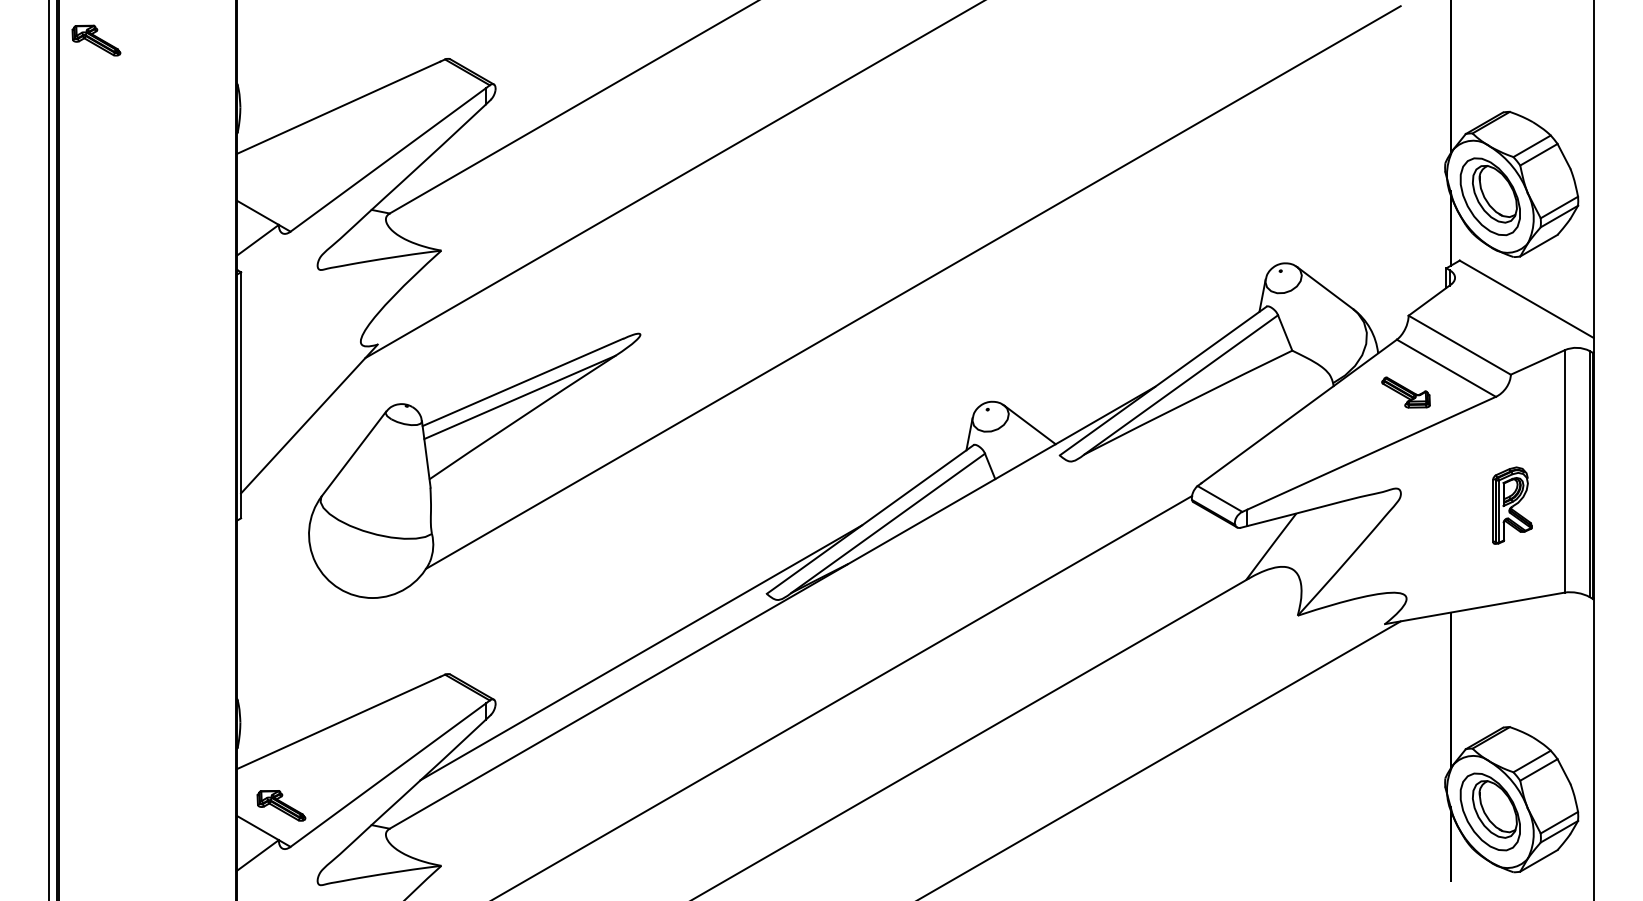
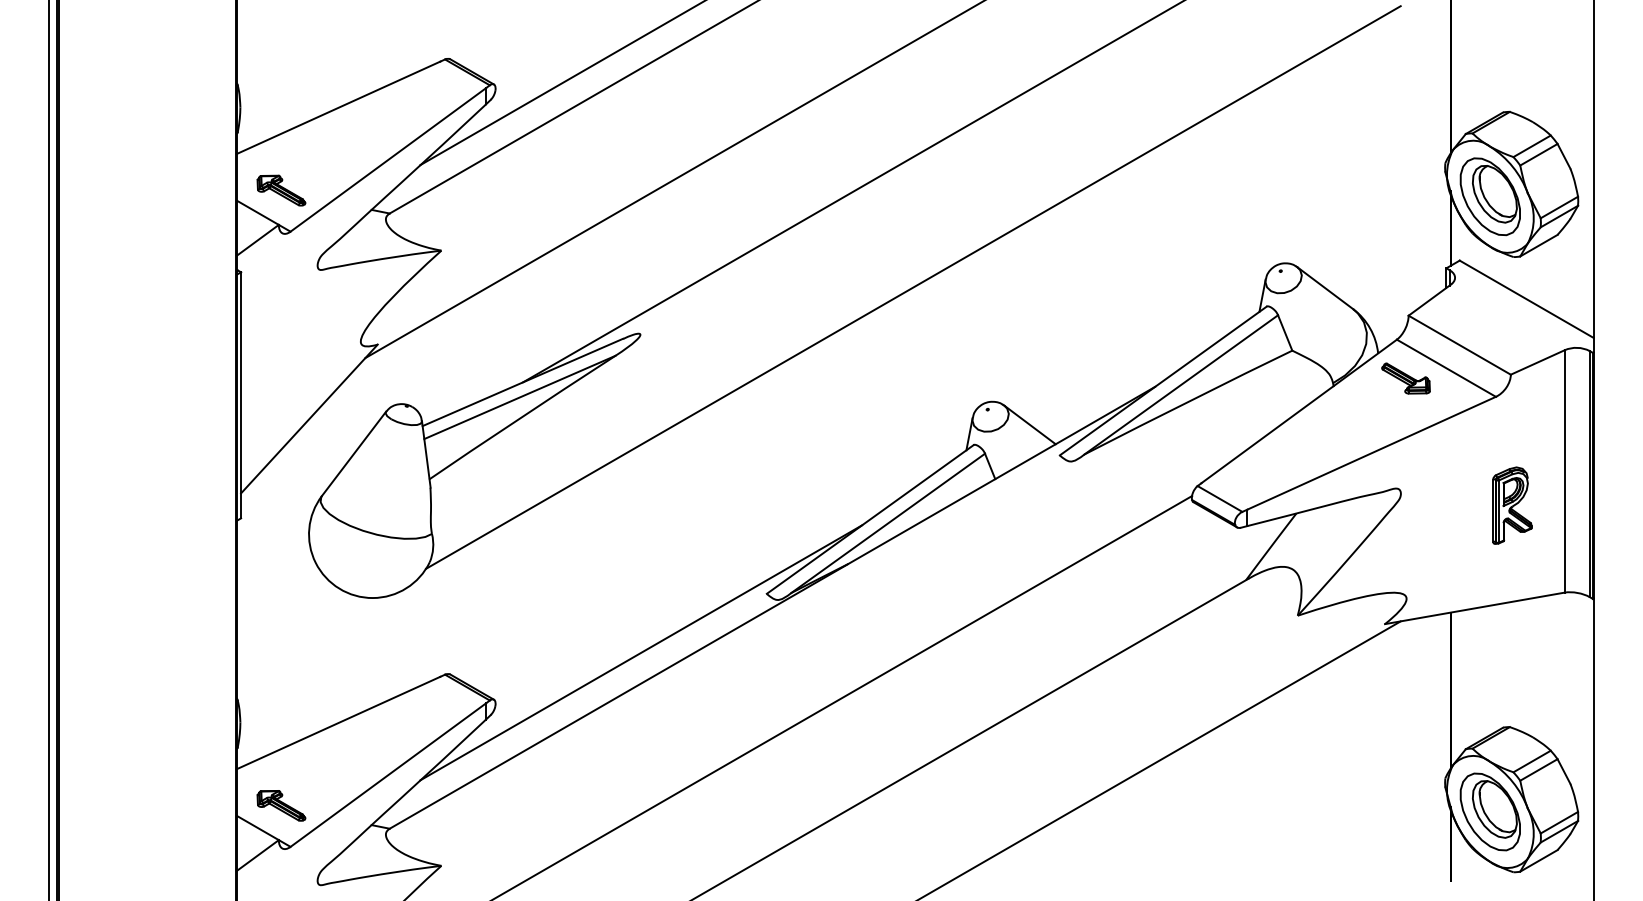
part at (96, 40) position: (96, 40) -> (281, 190)
line at (561, 83): none -> present
line at (851, 192): none -> present
part at (1405, 392) position: (1405, 392) -> (1405, 378)
